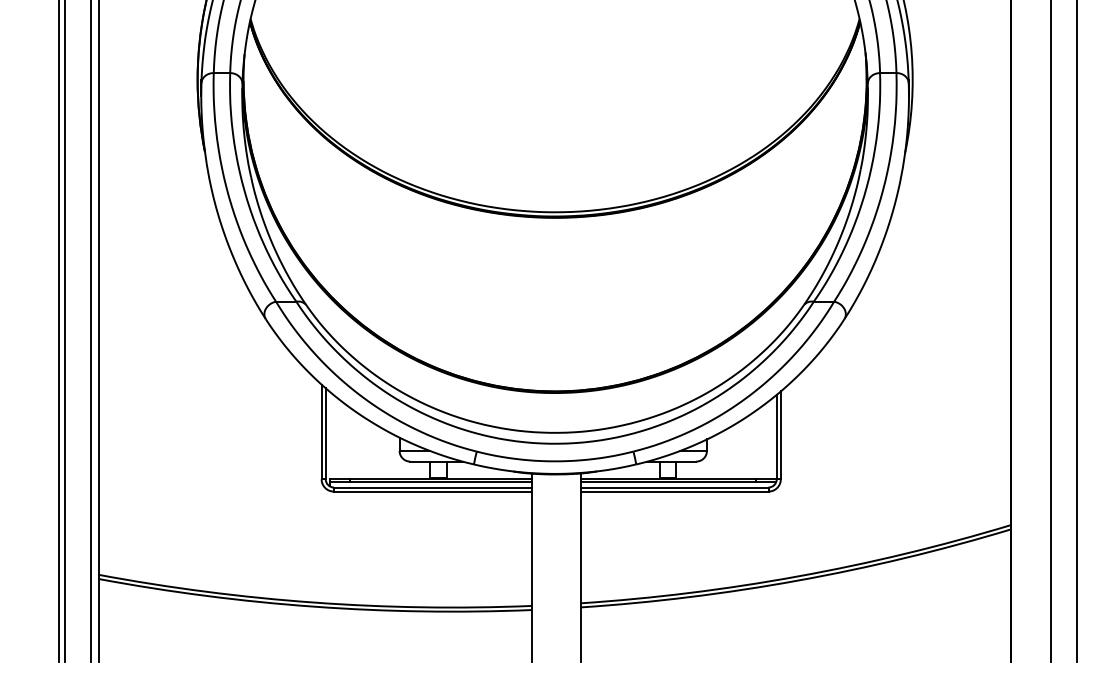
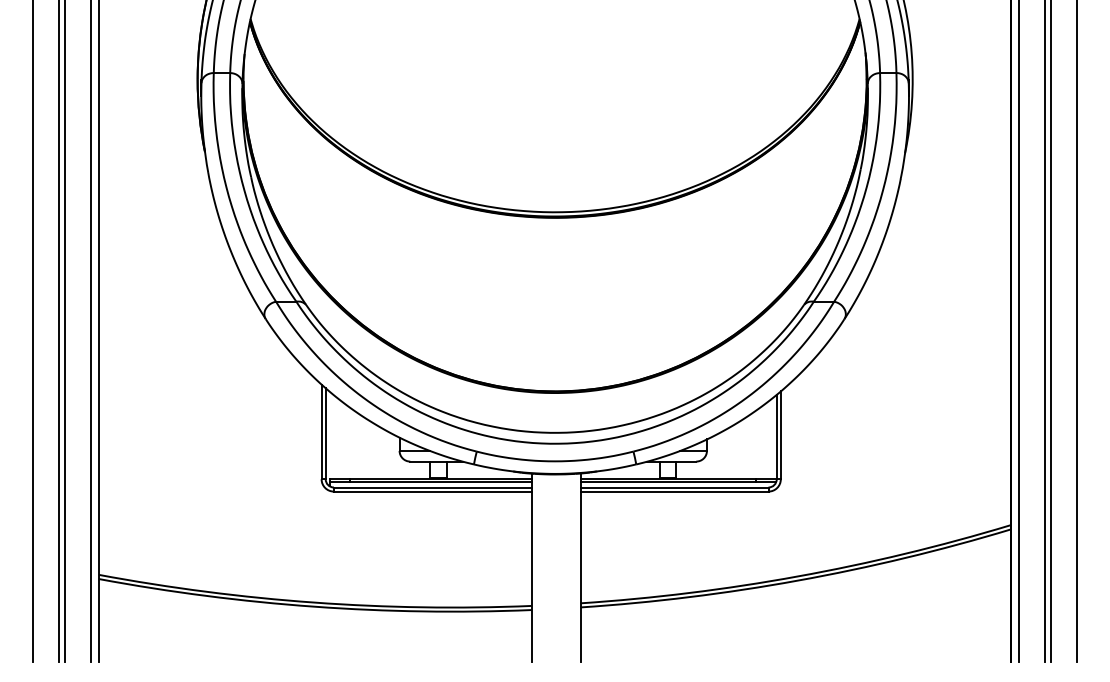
line at (33, 331): none -> present
line at (1019, 331): none -> present
line at (1044, 331): none -> present
